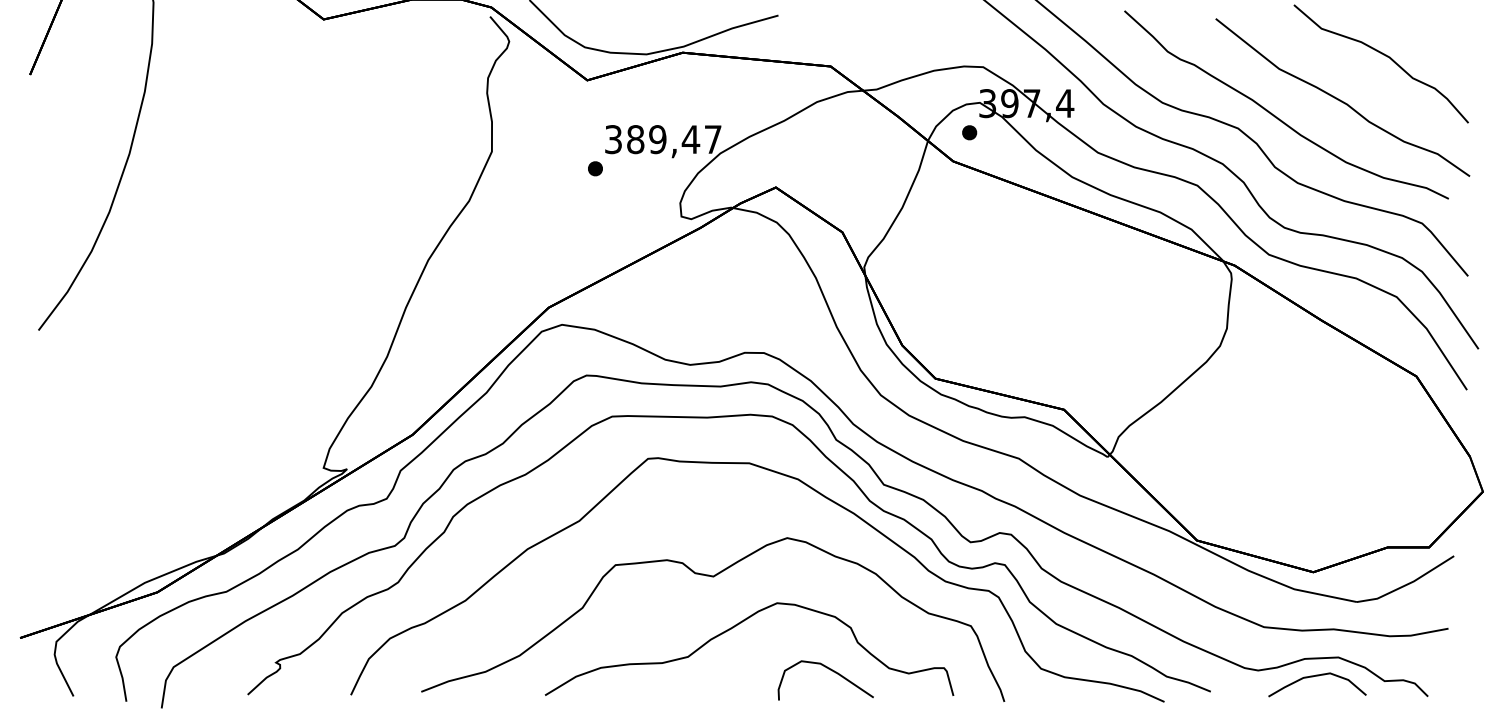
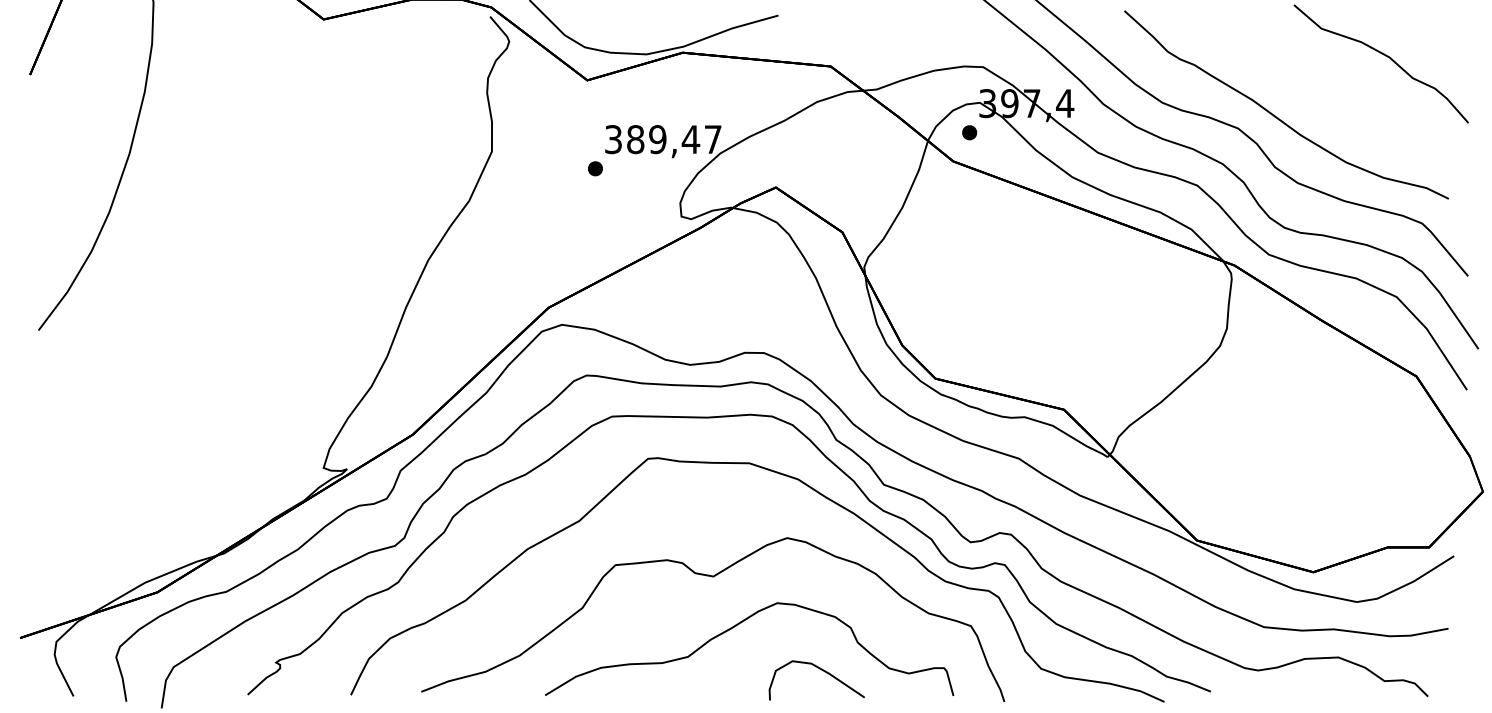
curve at (1340, 99): present -> none
curve at (830, 670) position: (830, 670) -> (821, 670)
curve at (1317, 676): present -> none
